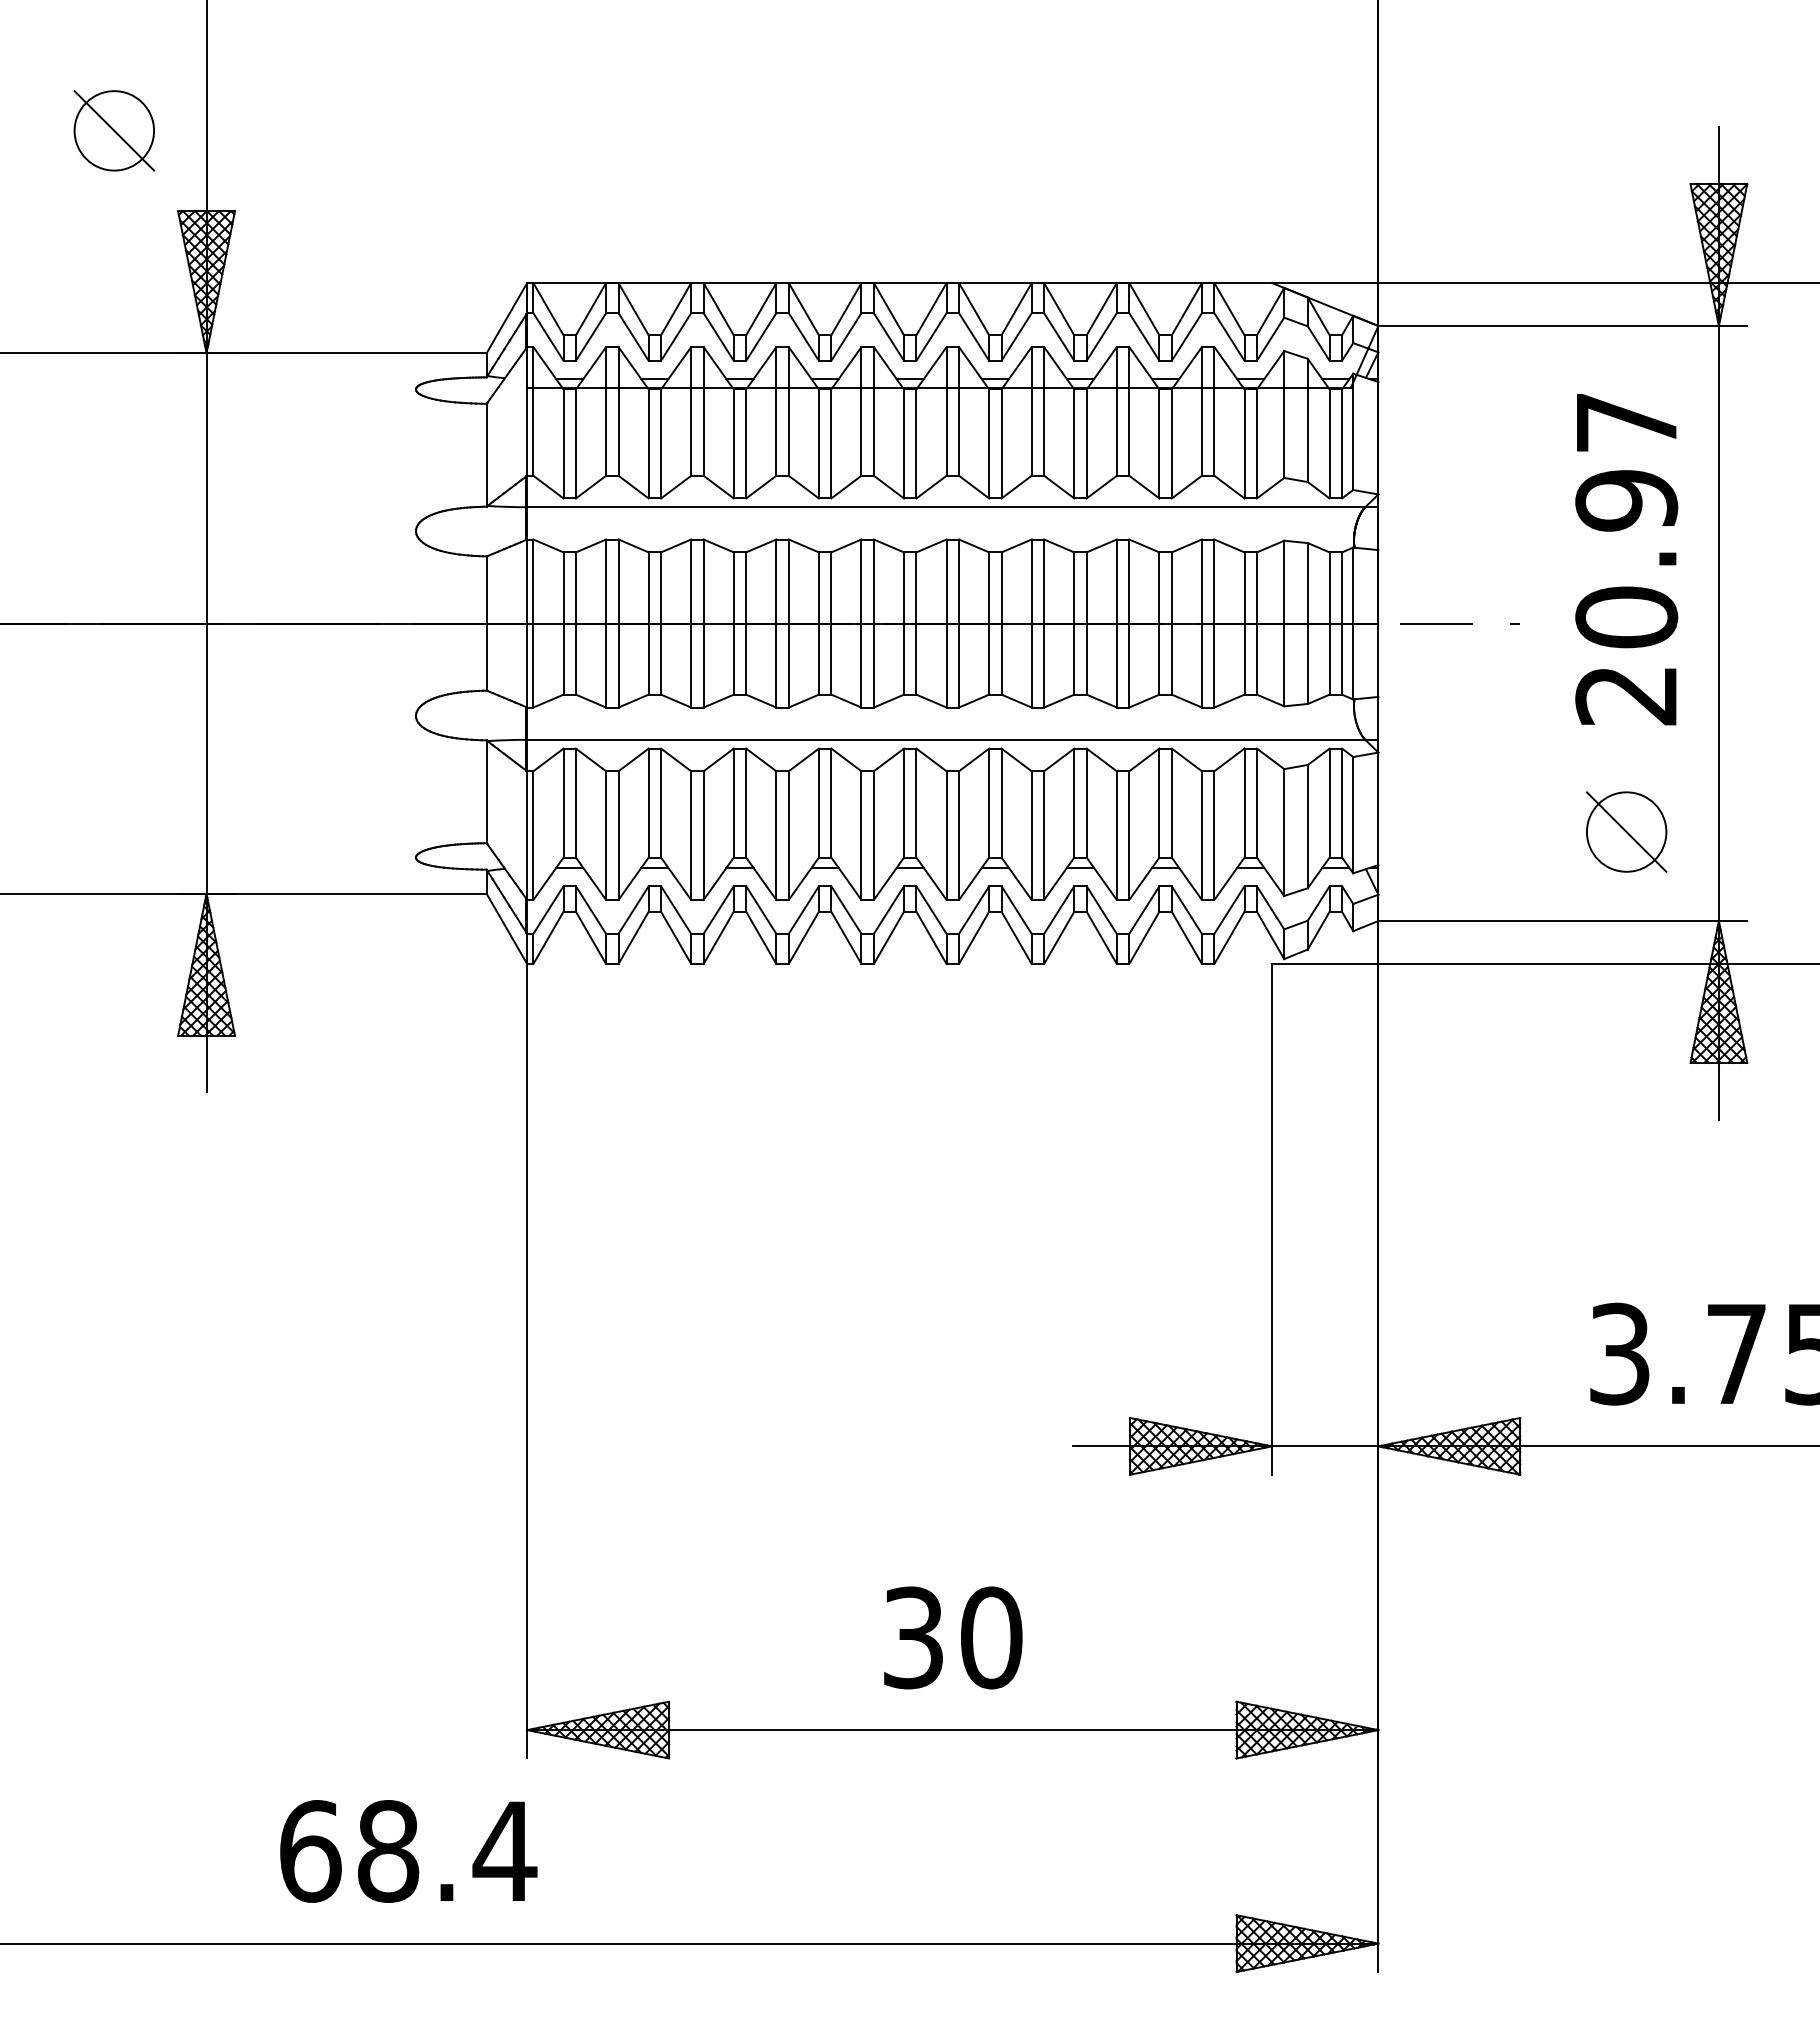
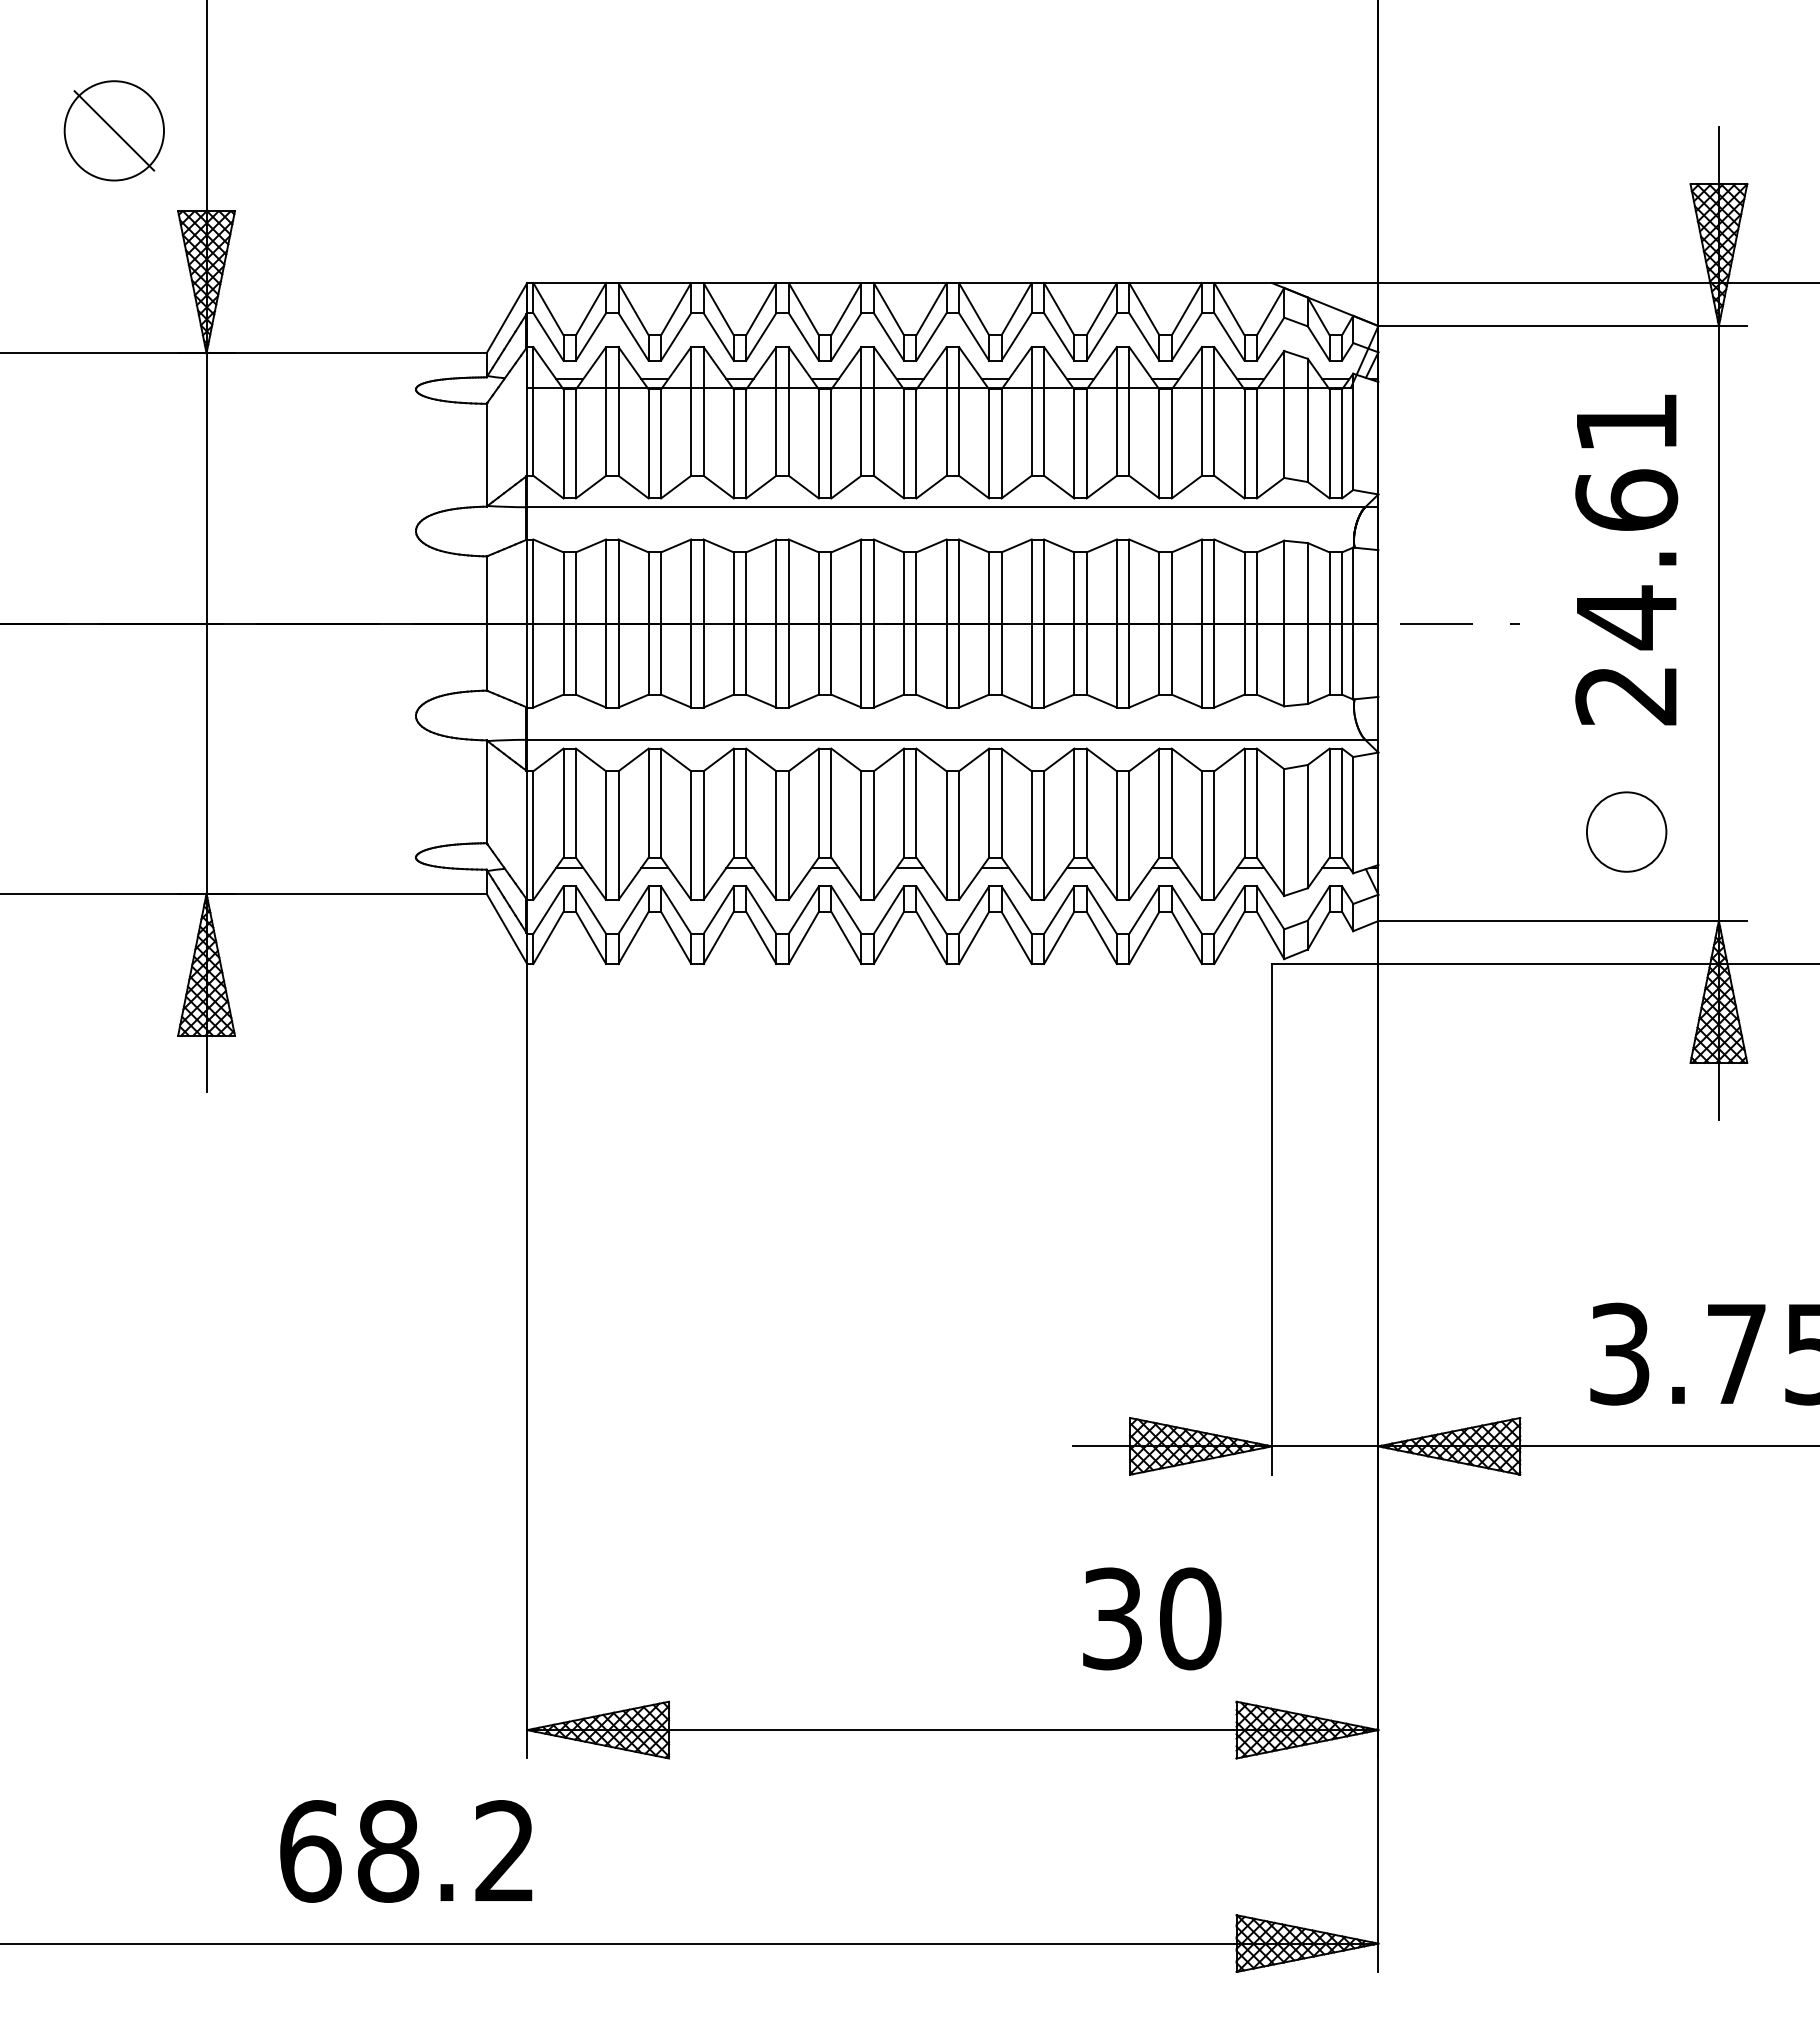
circle at (114, 130) diameter: 79 px -> 99 px
text at (1626, 522): 20.97 -> 24.61
line at (1626, 831): present -> none
text at (953, 1637) position: (953, 1637) -> (1152, 1618)
text at (504, 1850): 68.4 -> 68.2
